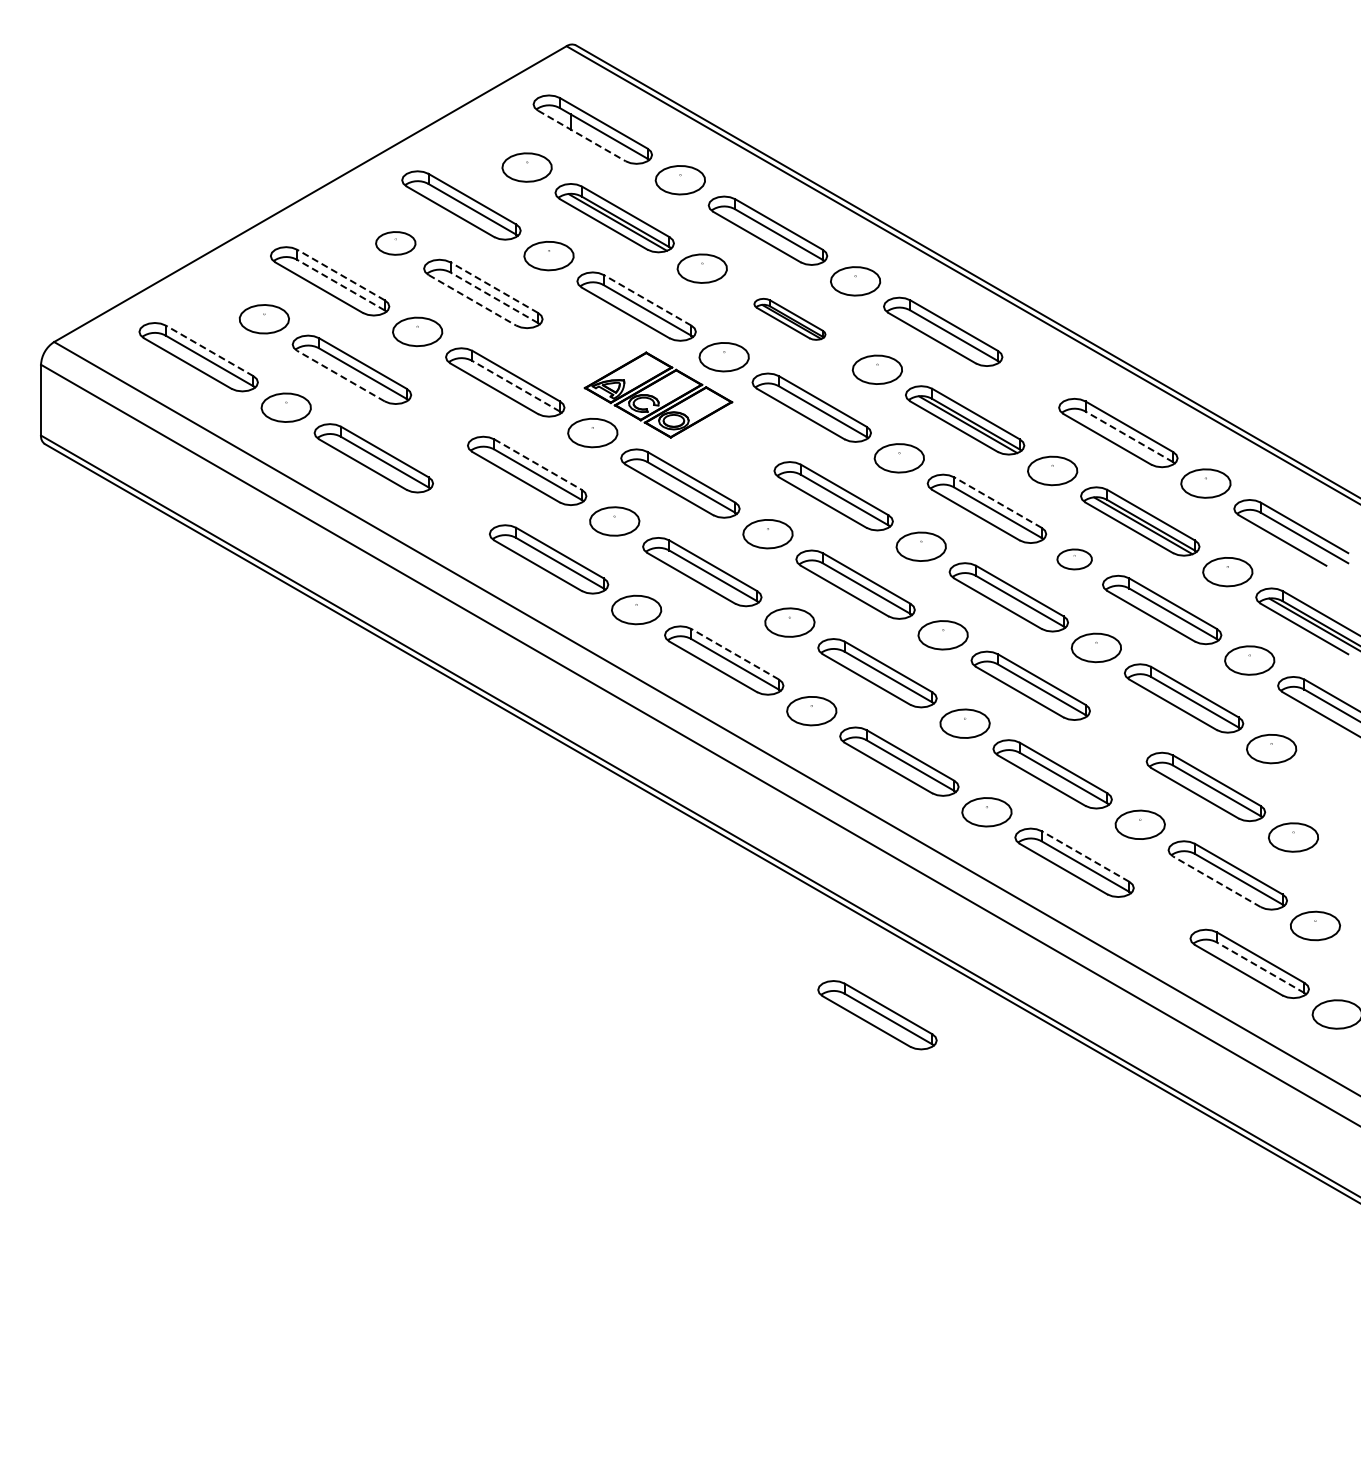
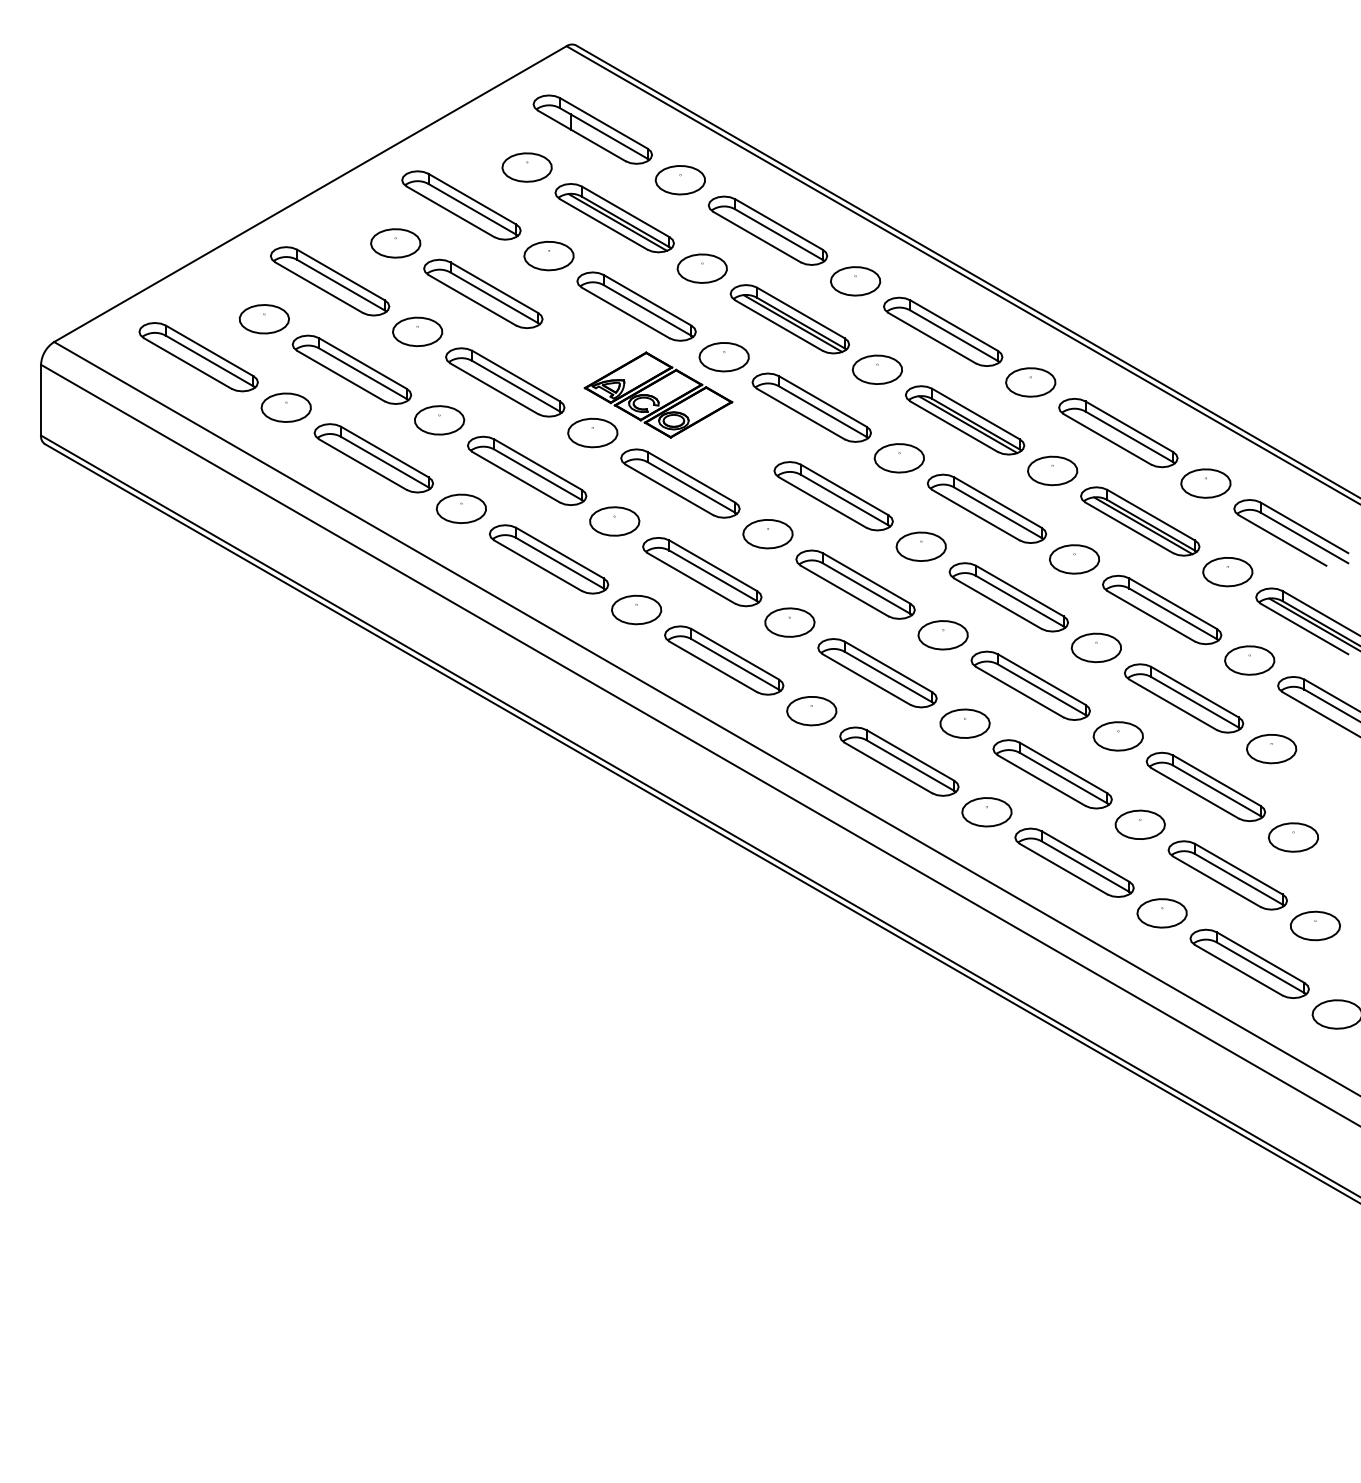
line at (581, 135): dashed -> solid
part at (395, 243) size: 42x25 px -> 52x31 px
line at (341, 275): dashed -> solid
line at (341, 285): dashed -> solid
line at (494, 287): dashed -> solid
line at (494, 297): dashed -> solid
line at (472, 300): dashed -> solid
line at (647, 300): dashed -> solid
part at (789, 319) size: 74x43 px -> 122x71 px
line at (209, 350): dashed -> solid
line at (341, 376): dashed -> solid
part at (1030, 382): none -> present
line at (516, 386): dashed -> solid
part at (439, 420): none -> present
line at (1129, 436): dashed -> solid
line at (538, 464): dashed -> solid
line at (997, 502): dashed -> solid
part at (460, 508): none -> present
part at (1074, 559) size: 37x23 px -> 52x31 px
line at (735, 654): dashed -> solid
part at (1117, 736): none -> present
line at (1085, 856): dashed -> solid
line at (1216, 881): dashed -> solid
part at (1161, 913): none -> present
line at (1260, 967): dashed -> solid
part at (877, 1015): present -> none
